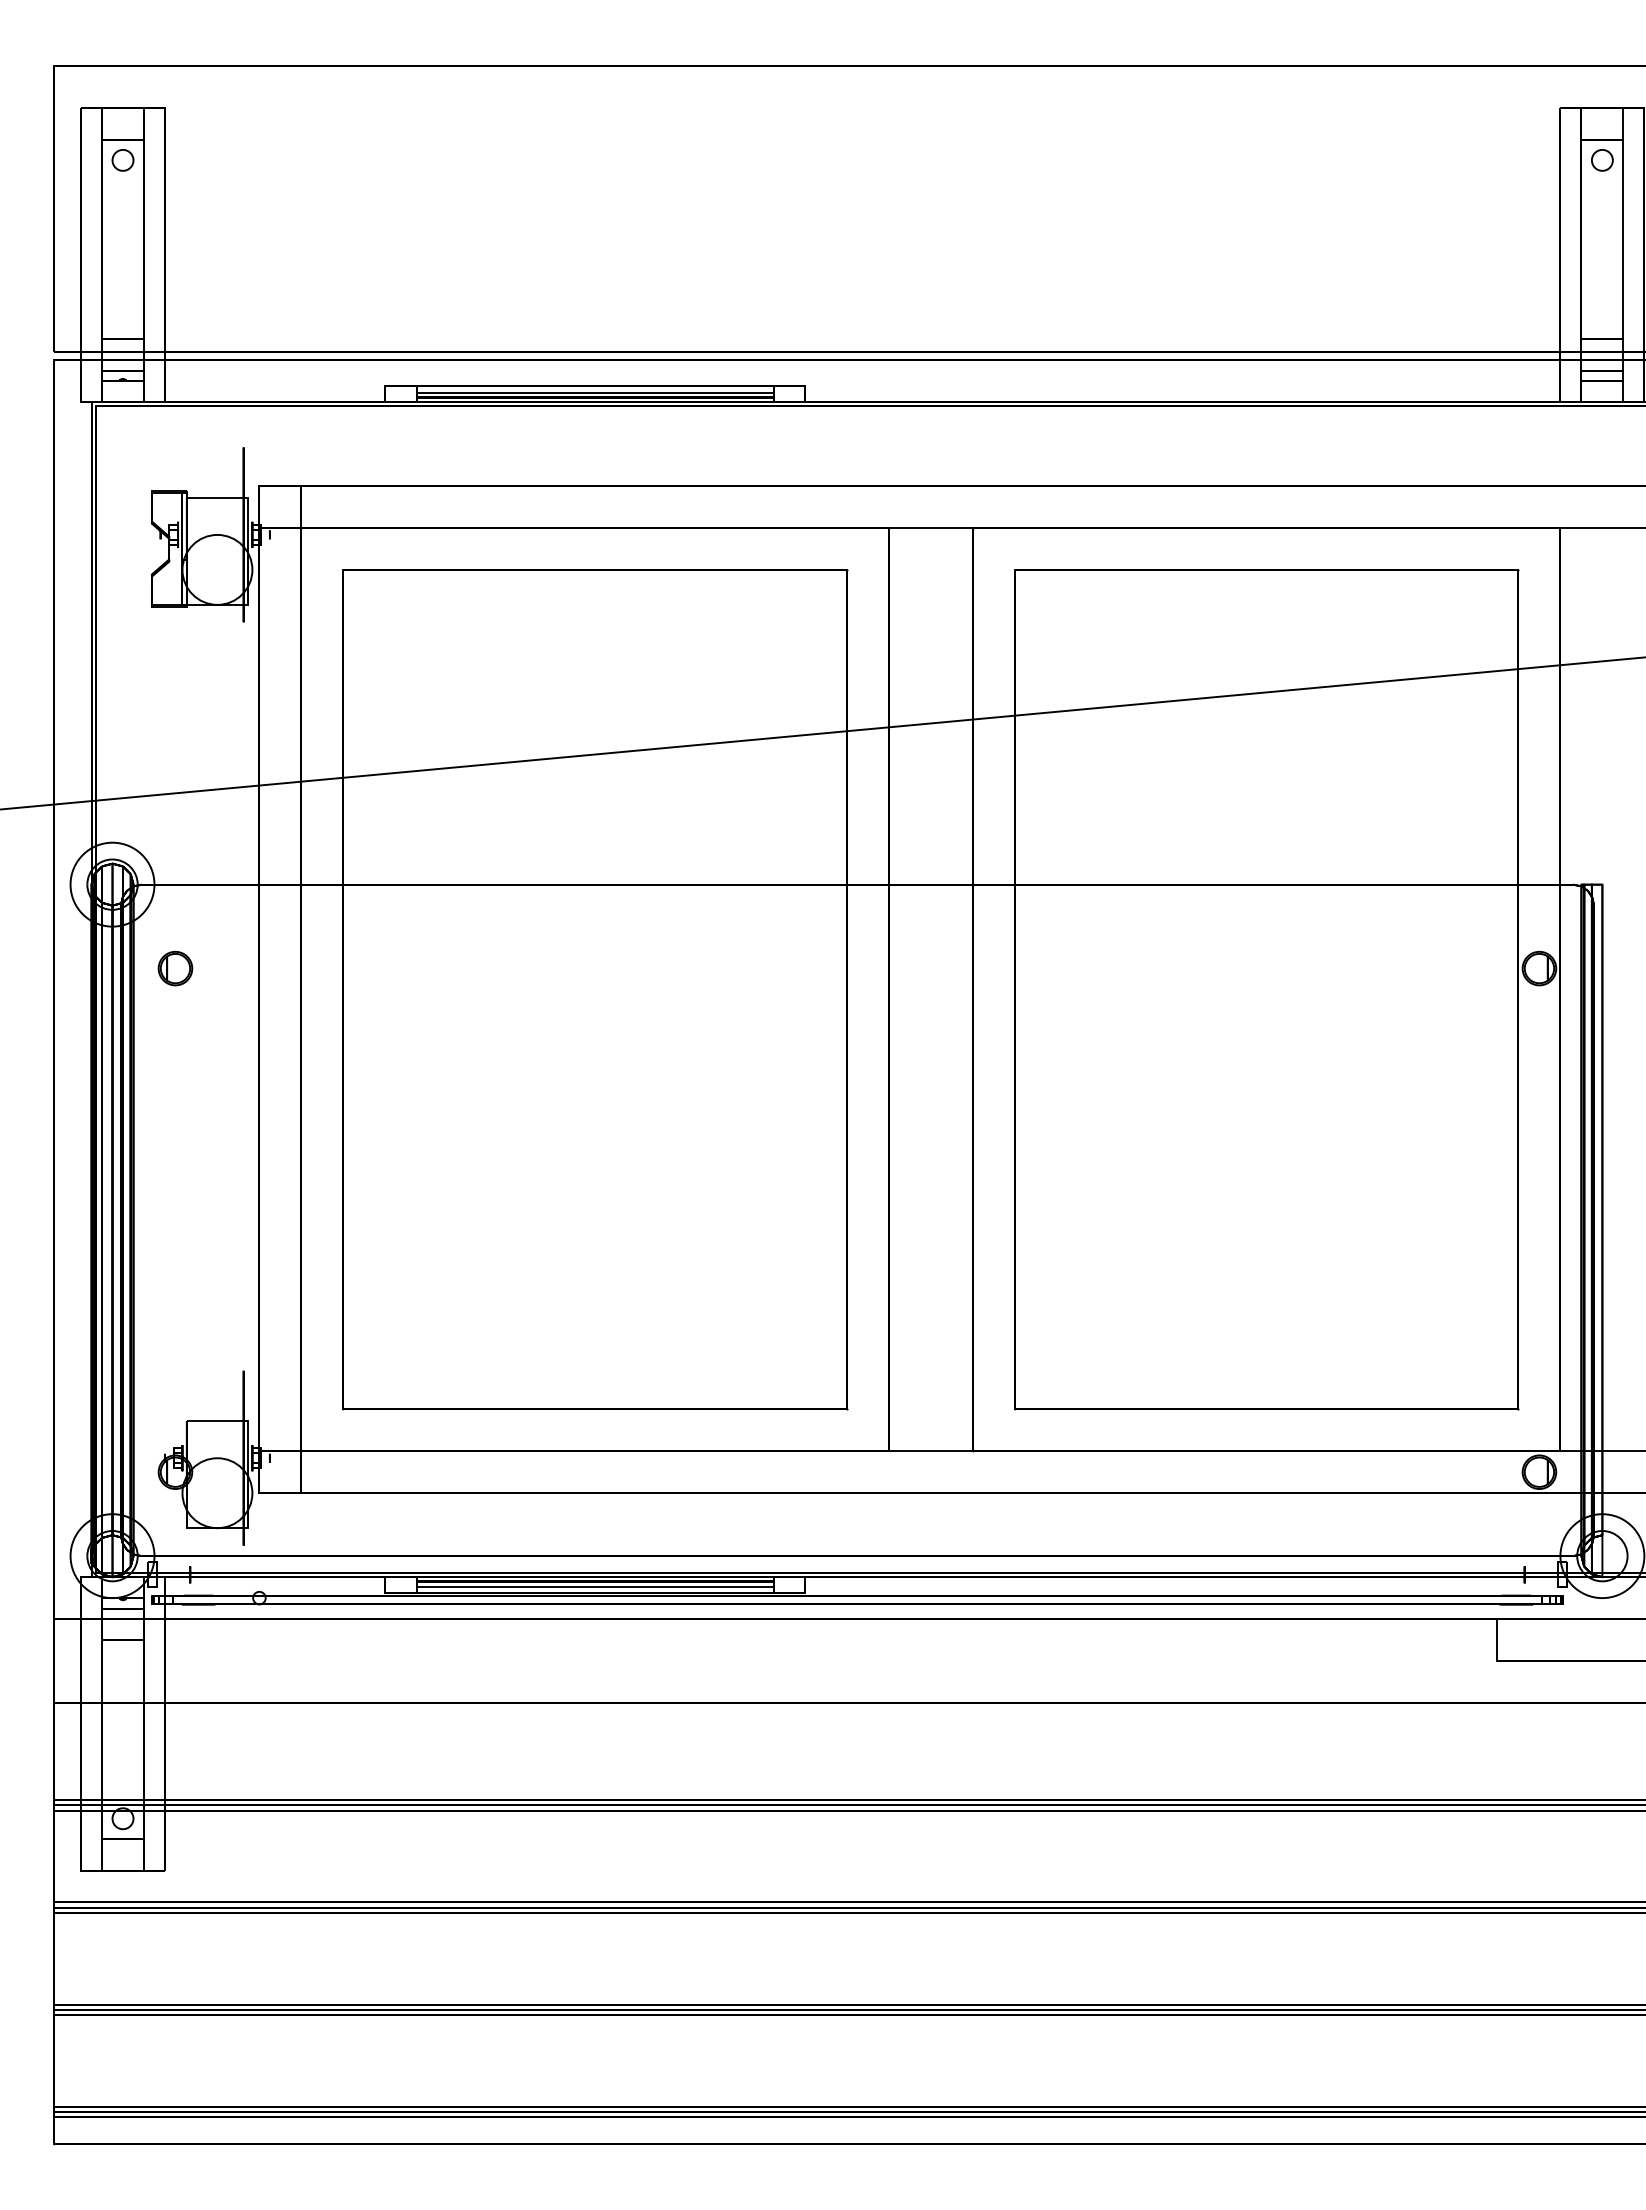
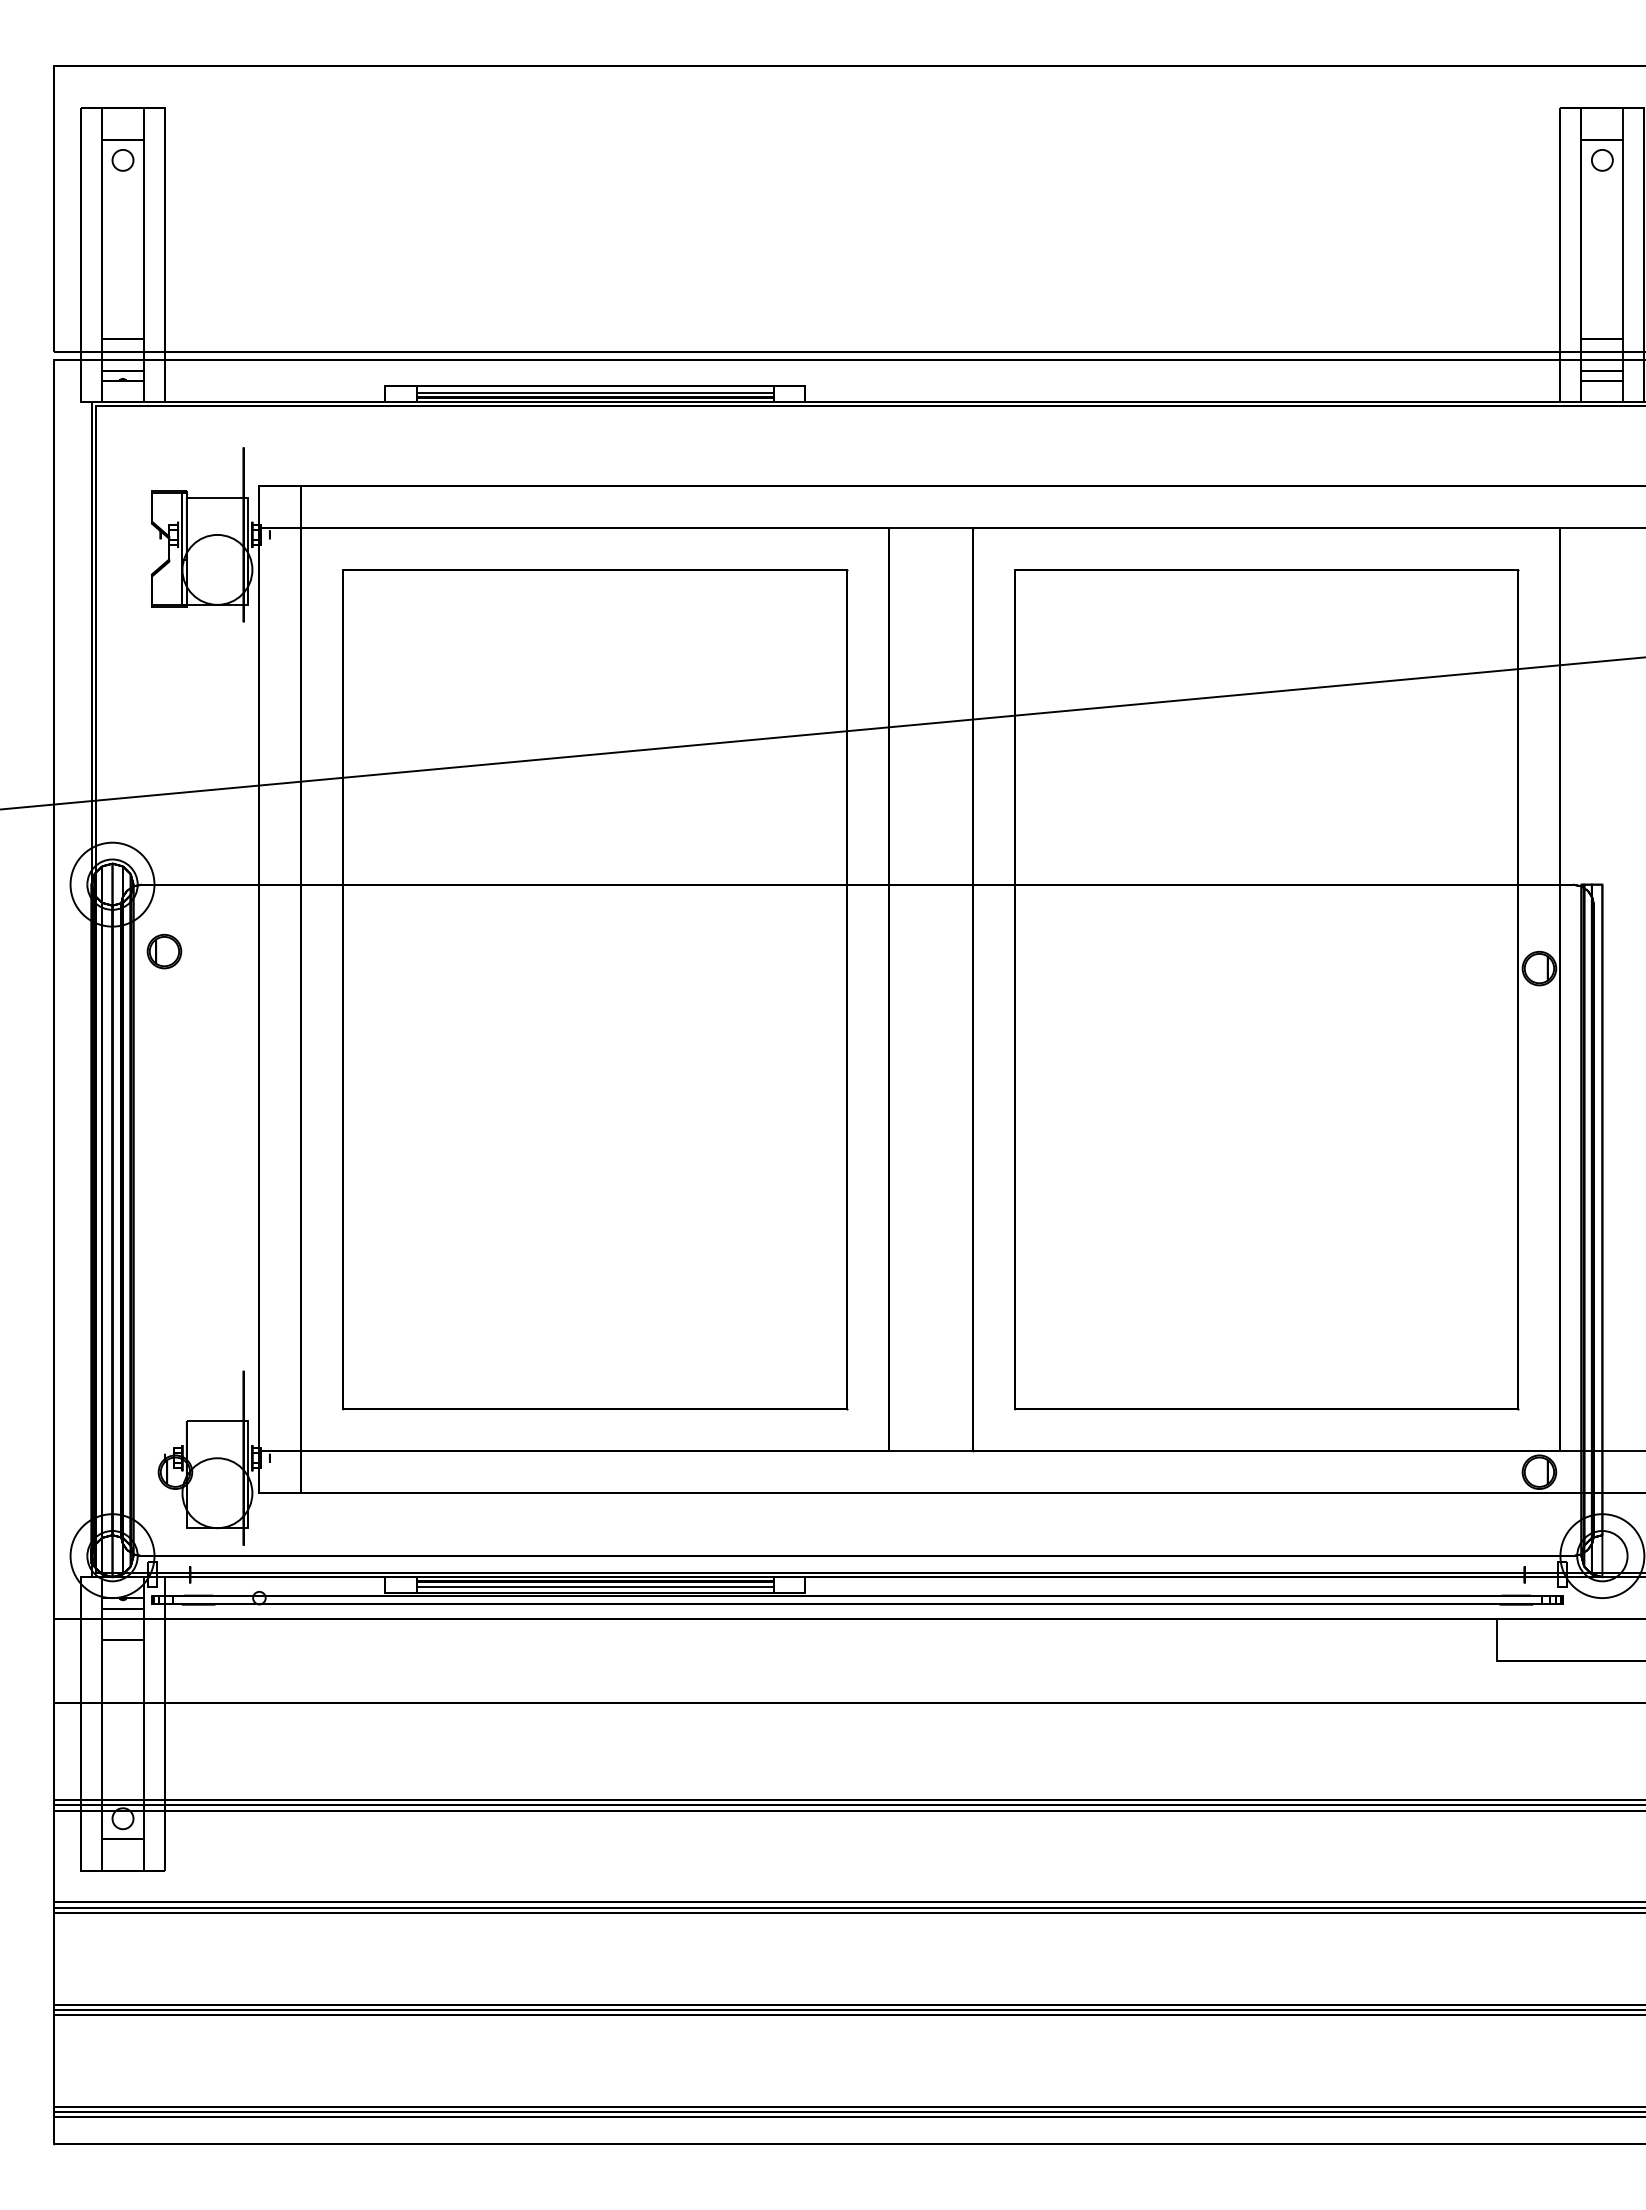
part at (175, 968) position: (175, 968) -> (164, 951)
